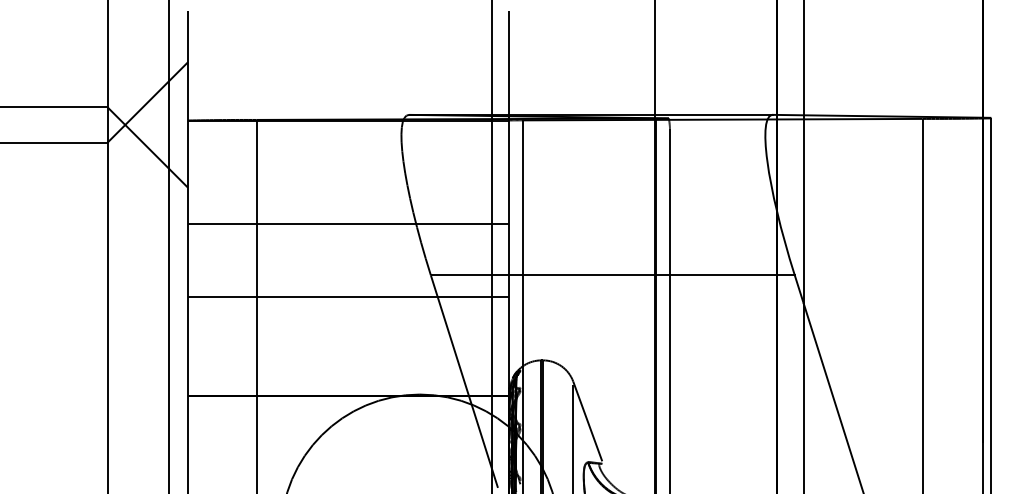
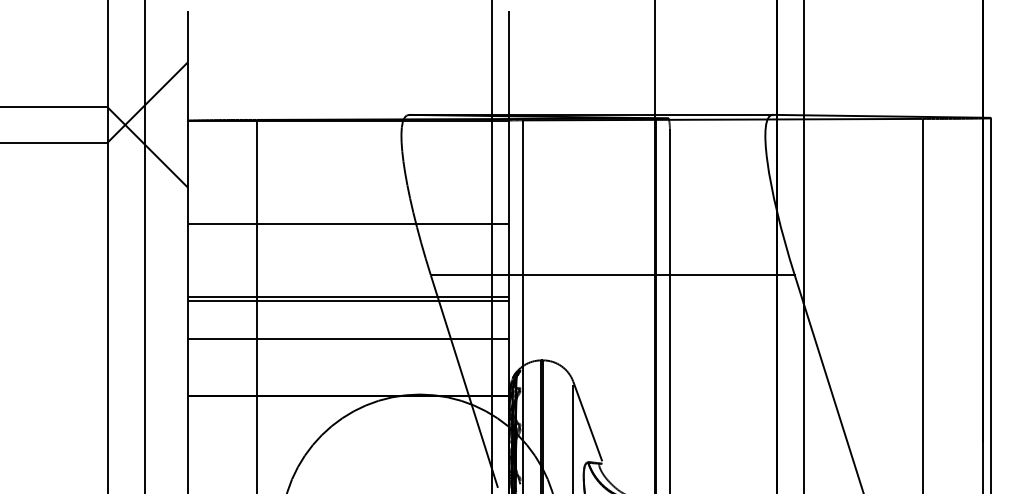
line at (168, 246) position: (168, 246) -> (144, 246)
line at (348, 301): none -> present
line at (348, 339): none -> present
